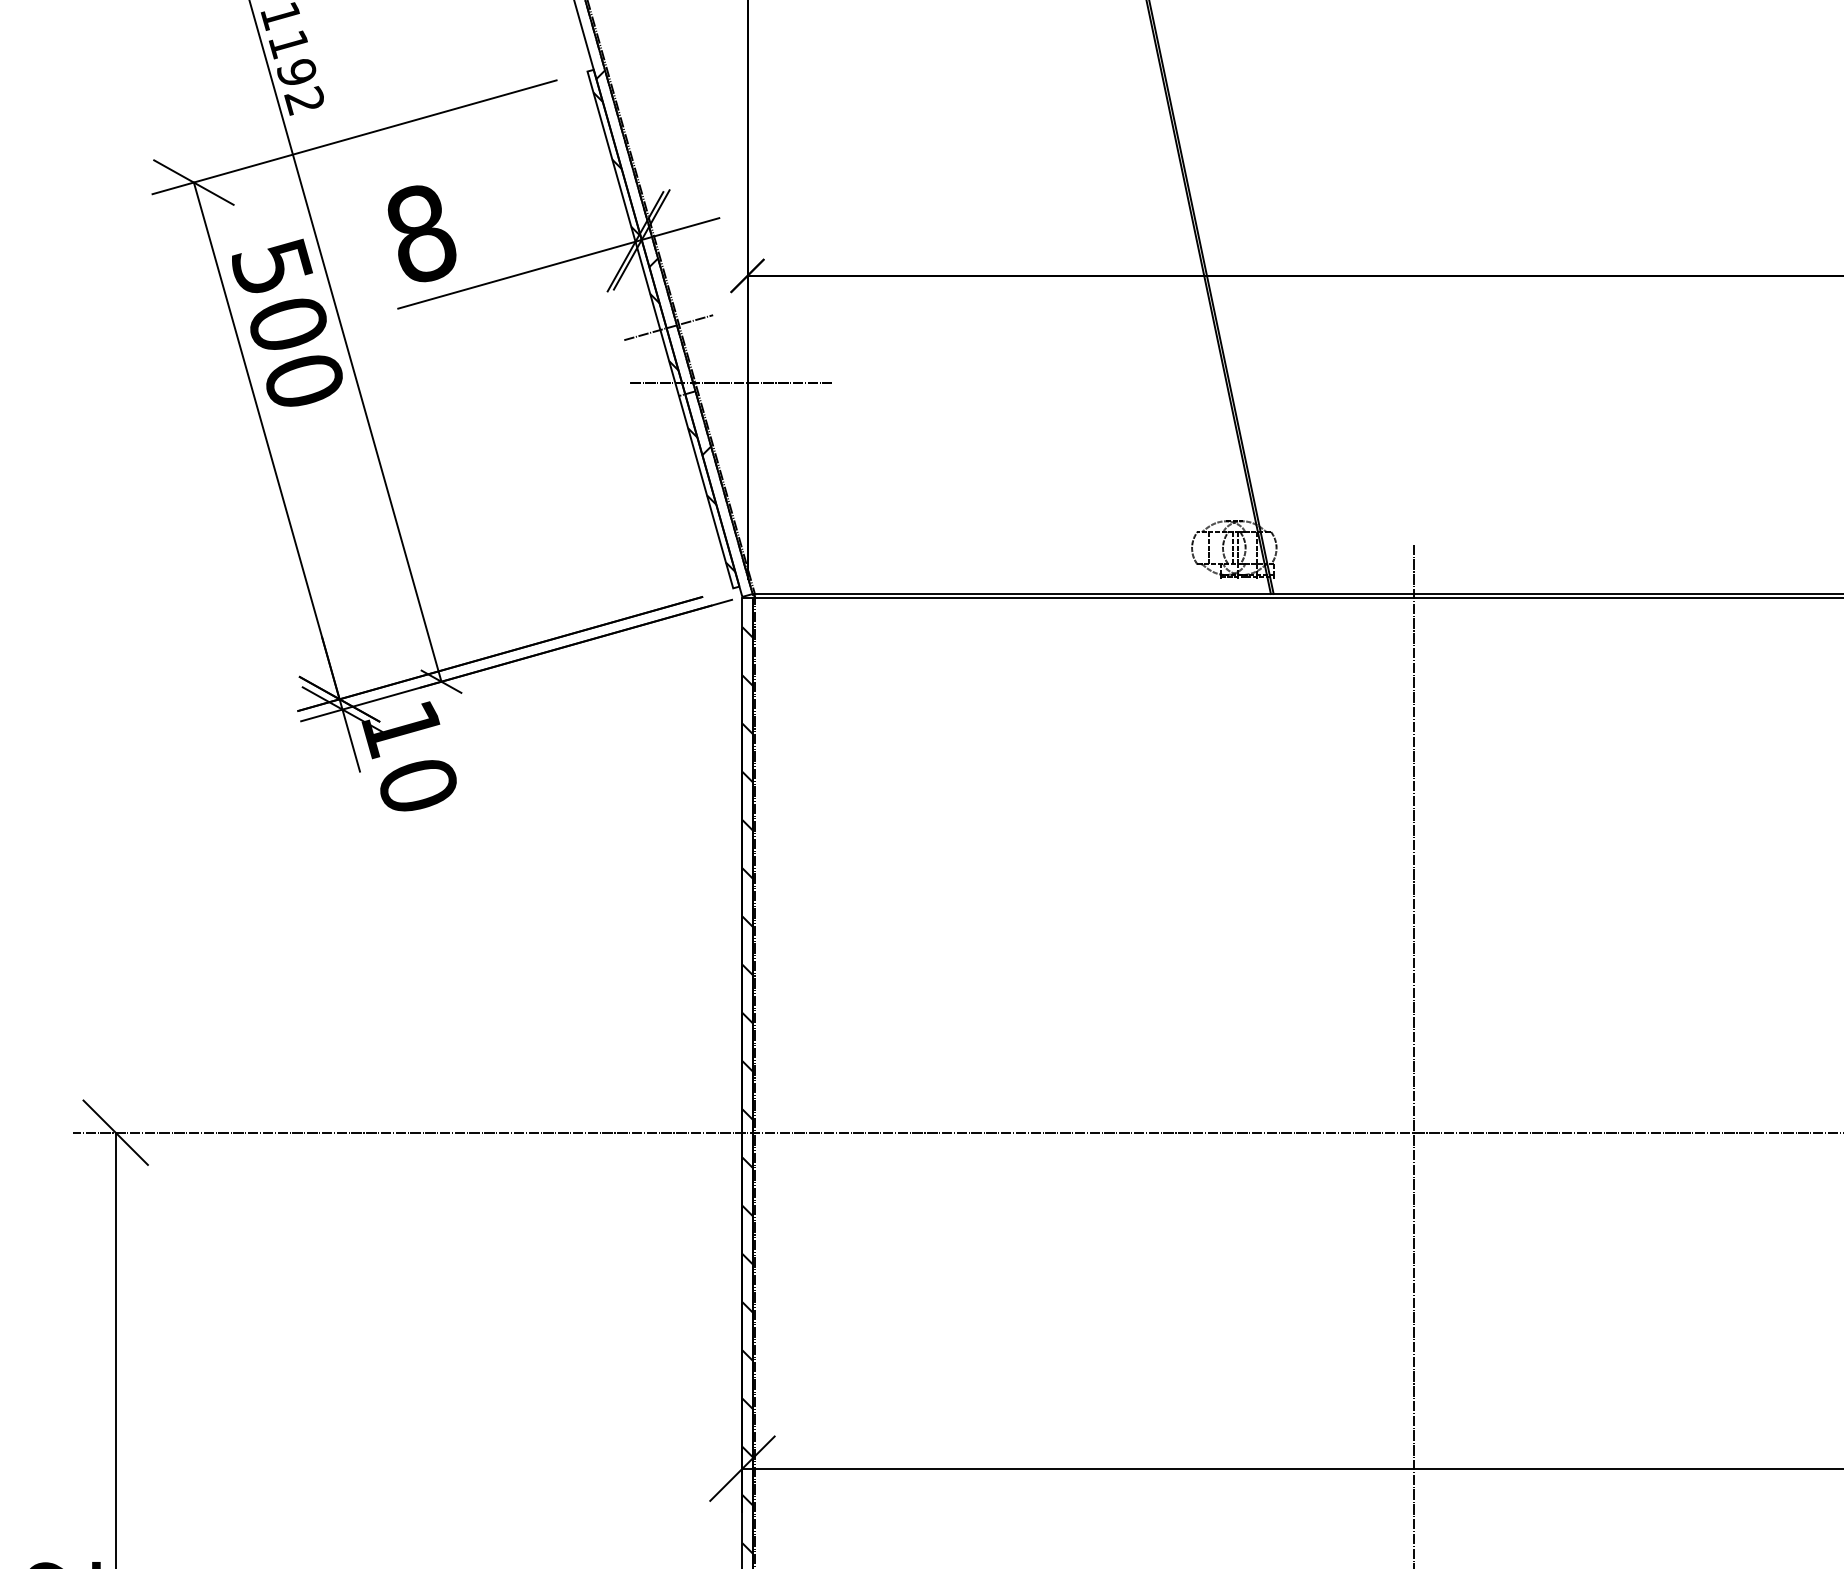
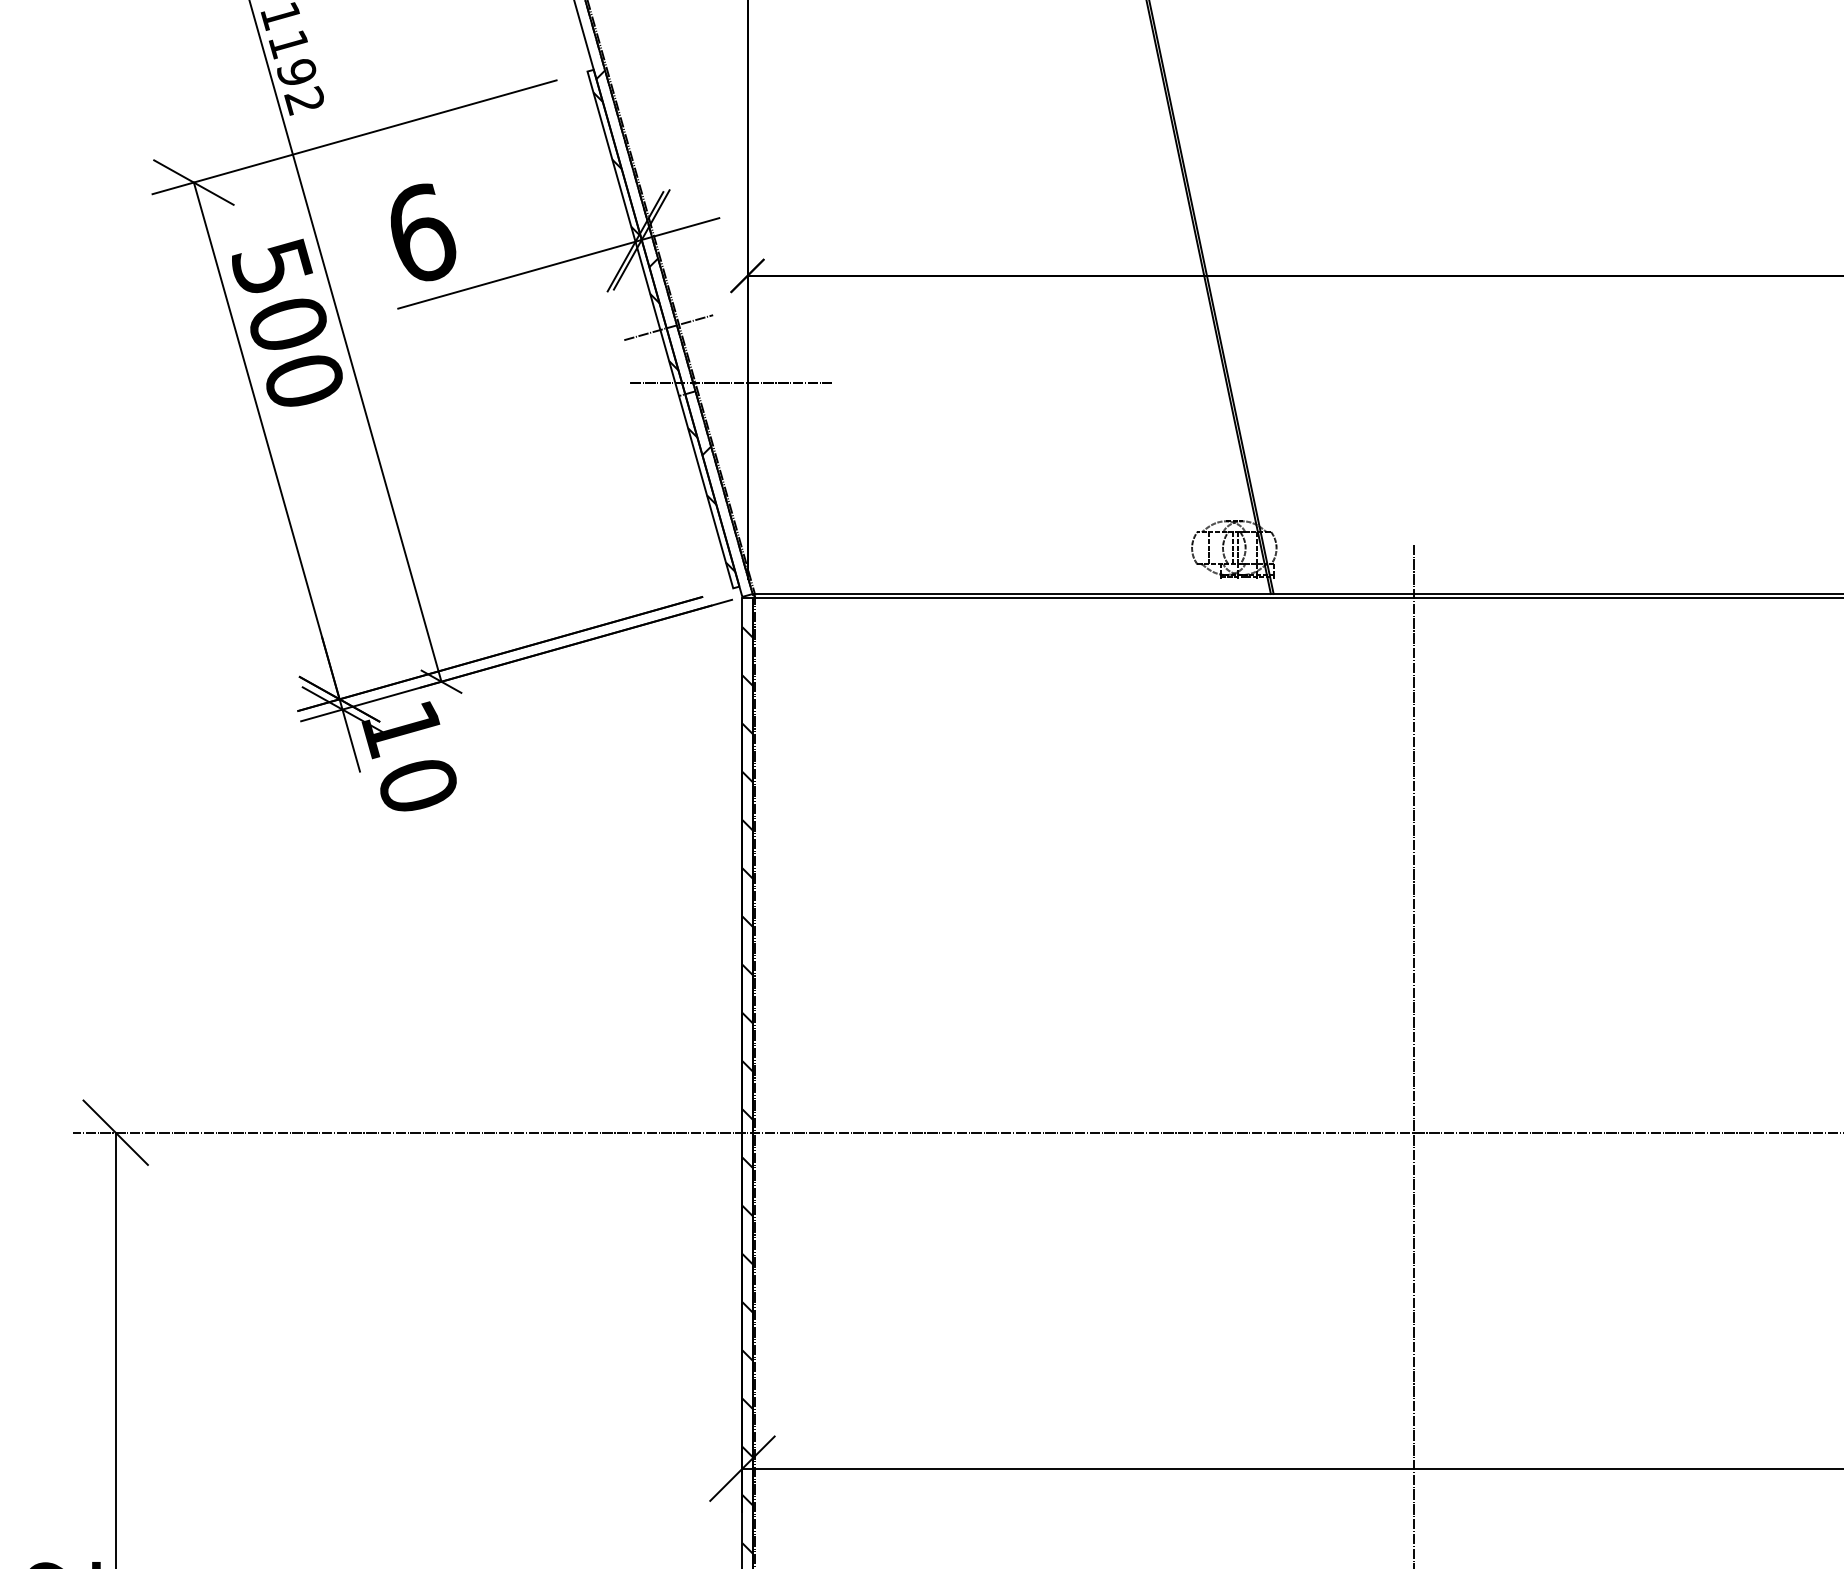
text at (421, 232): 8 -> 6
